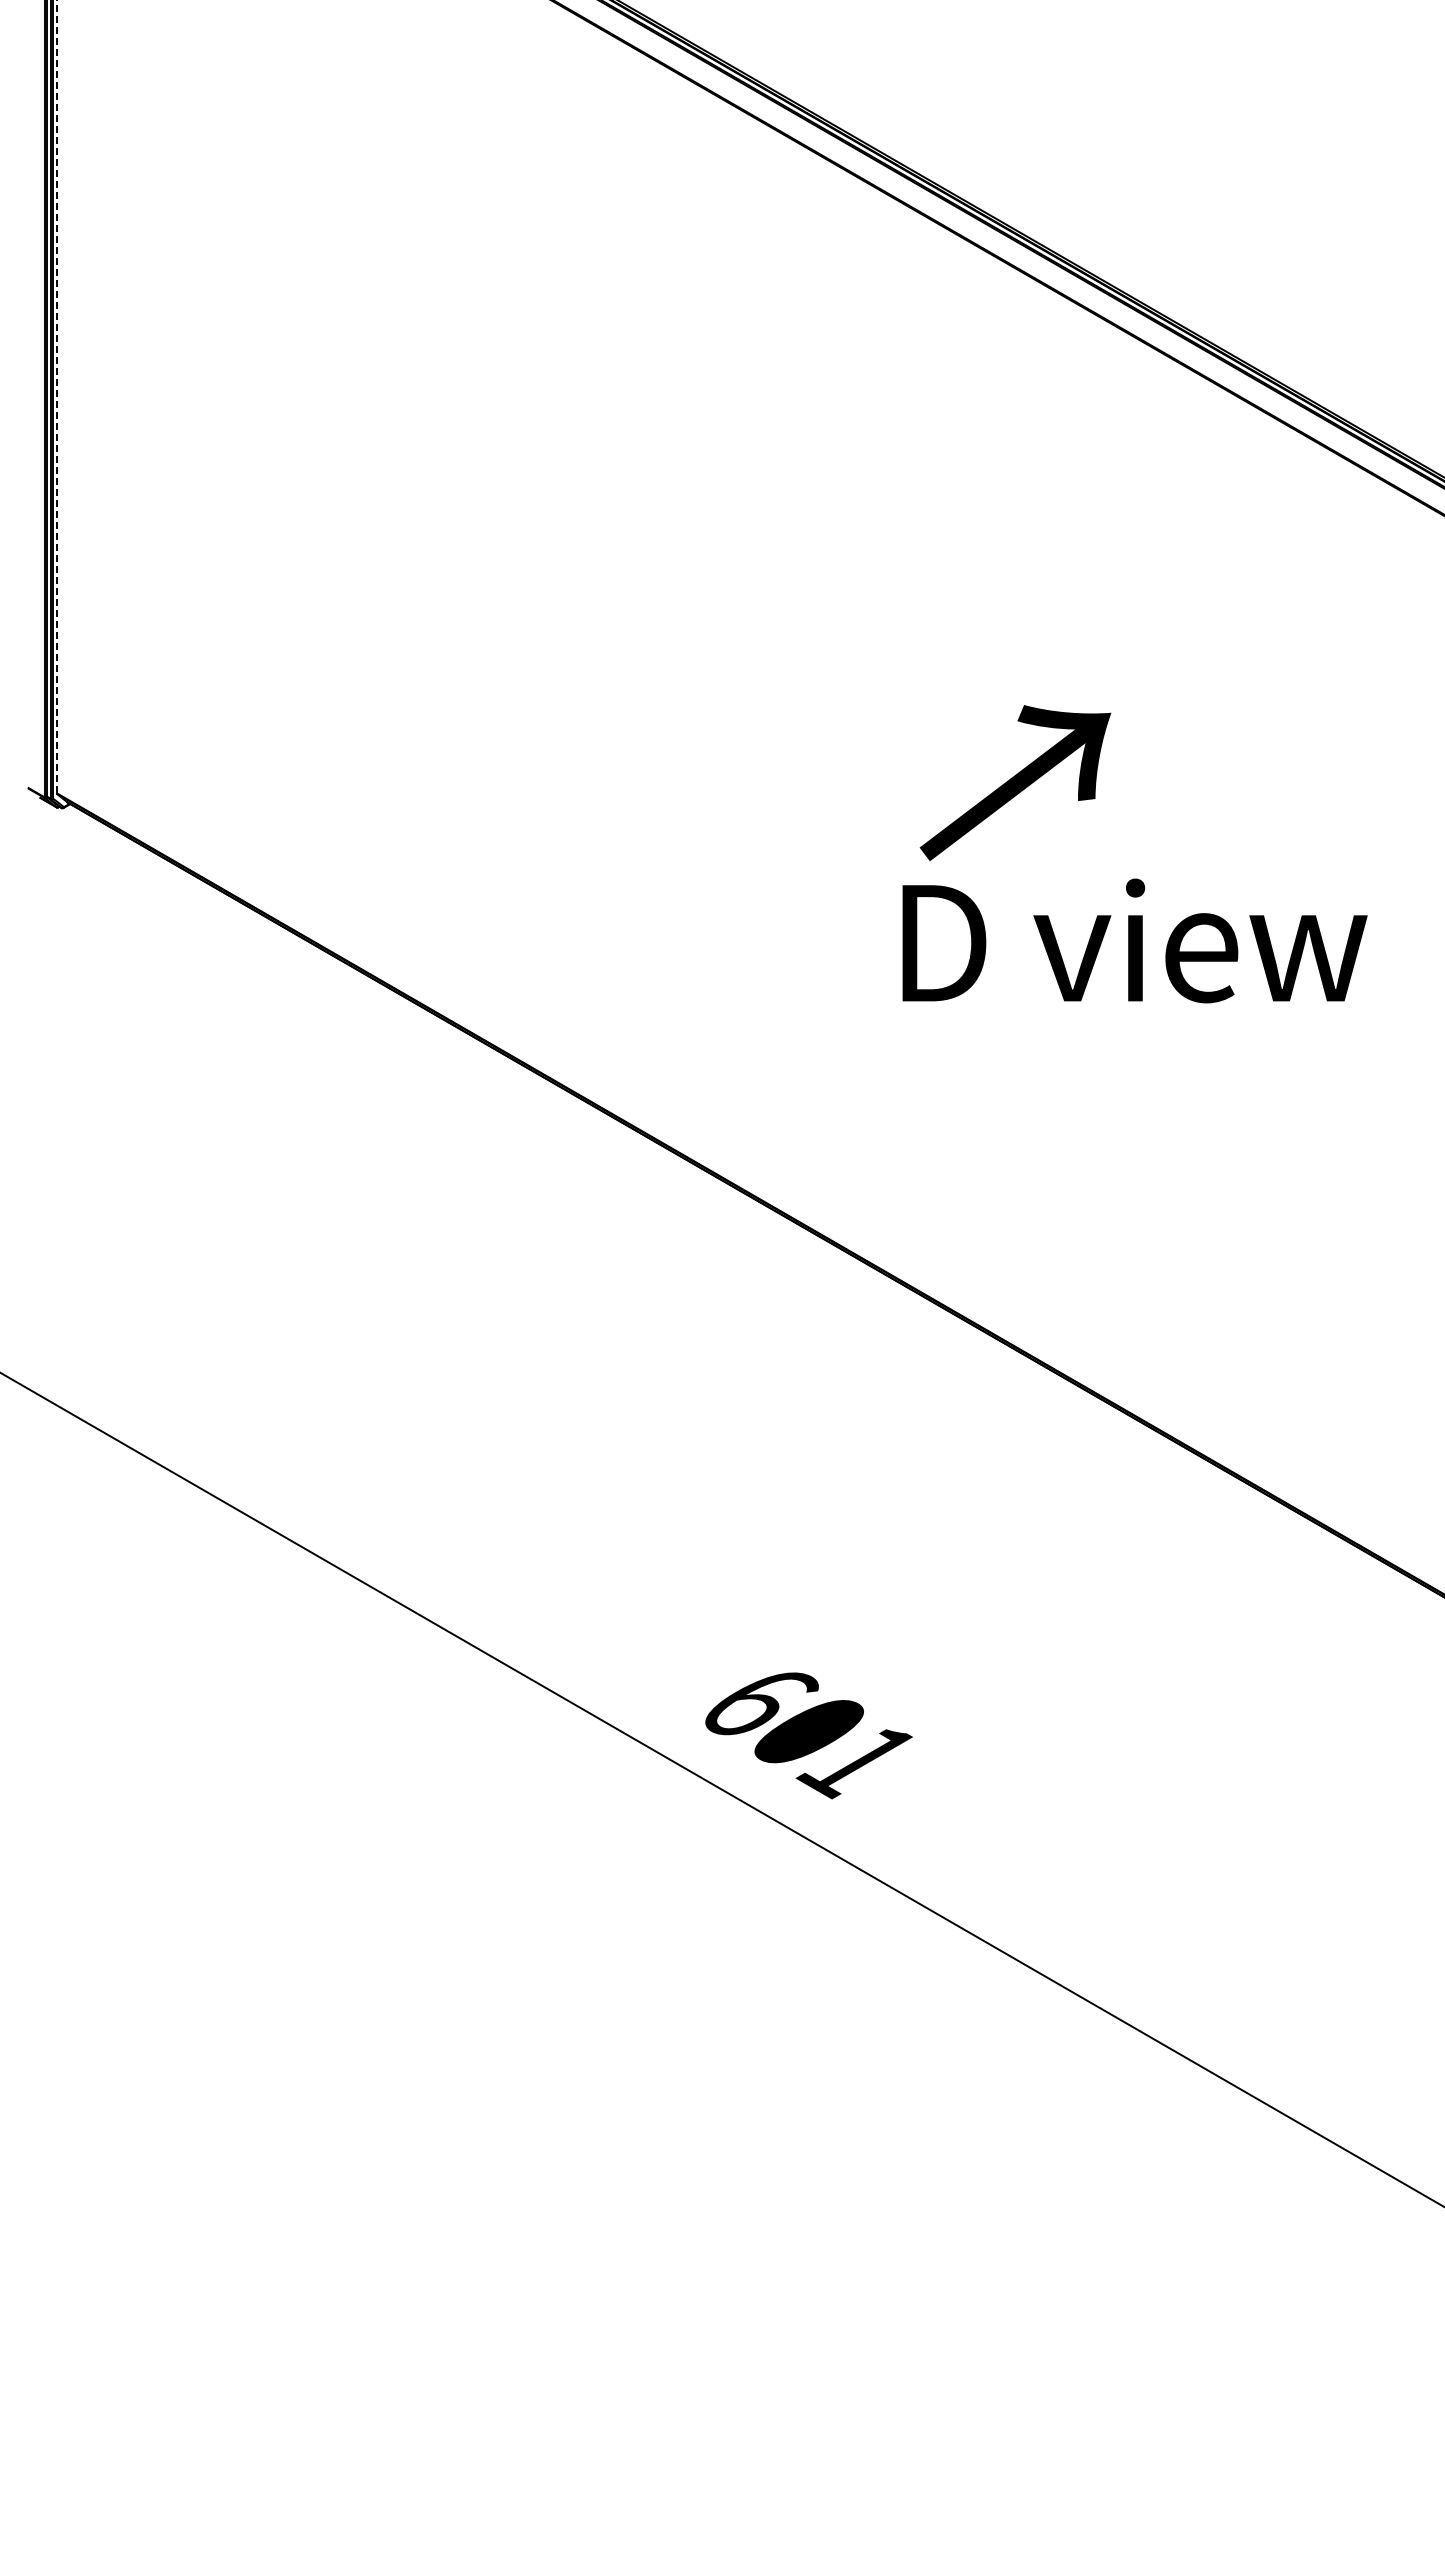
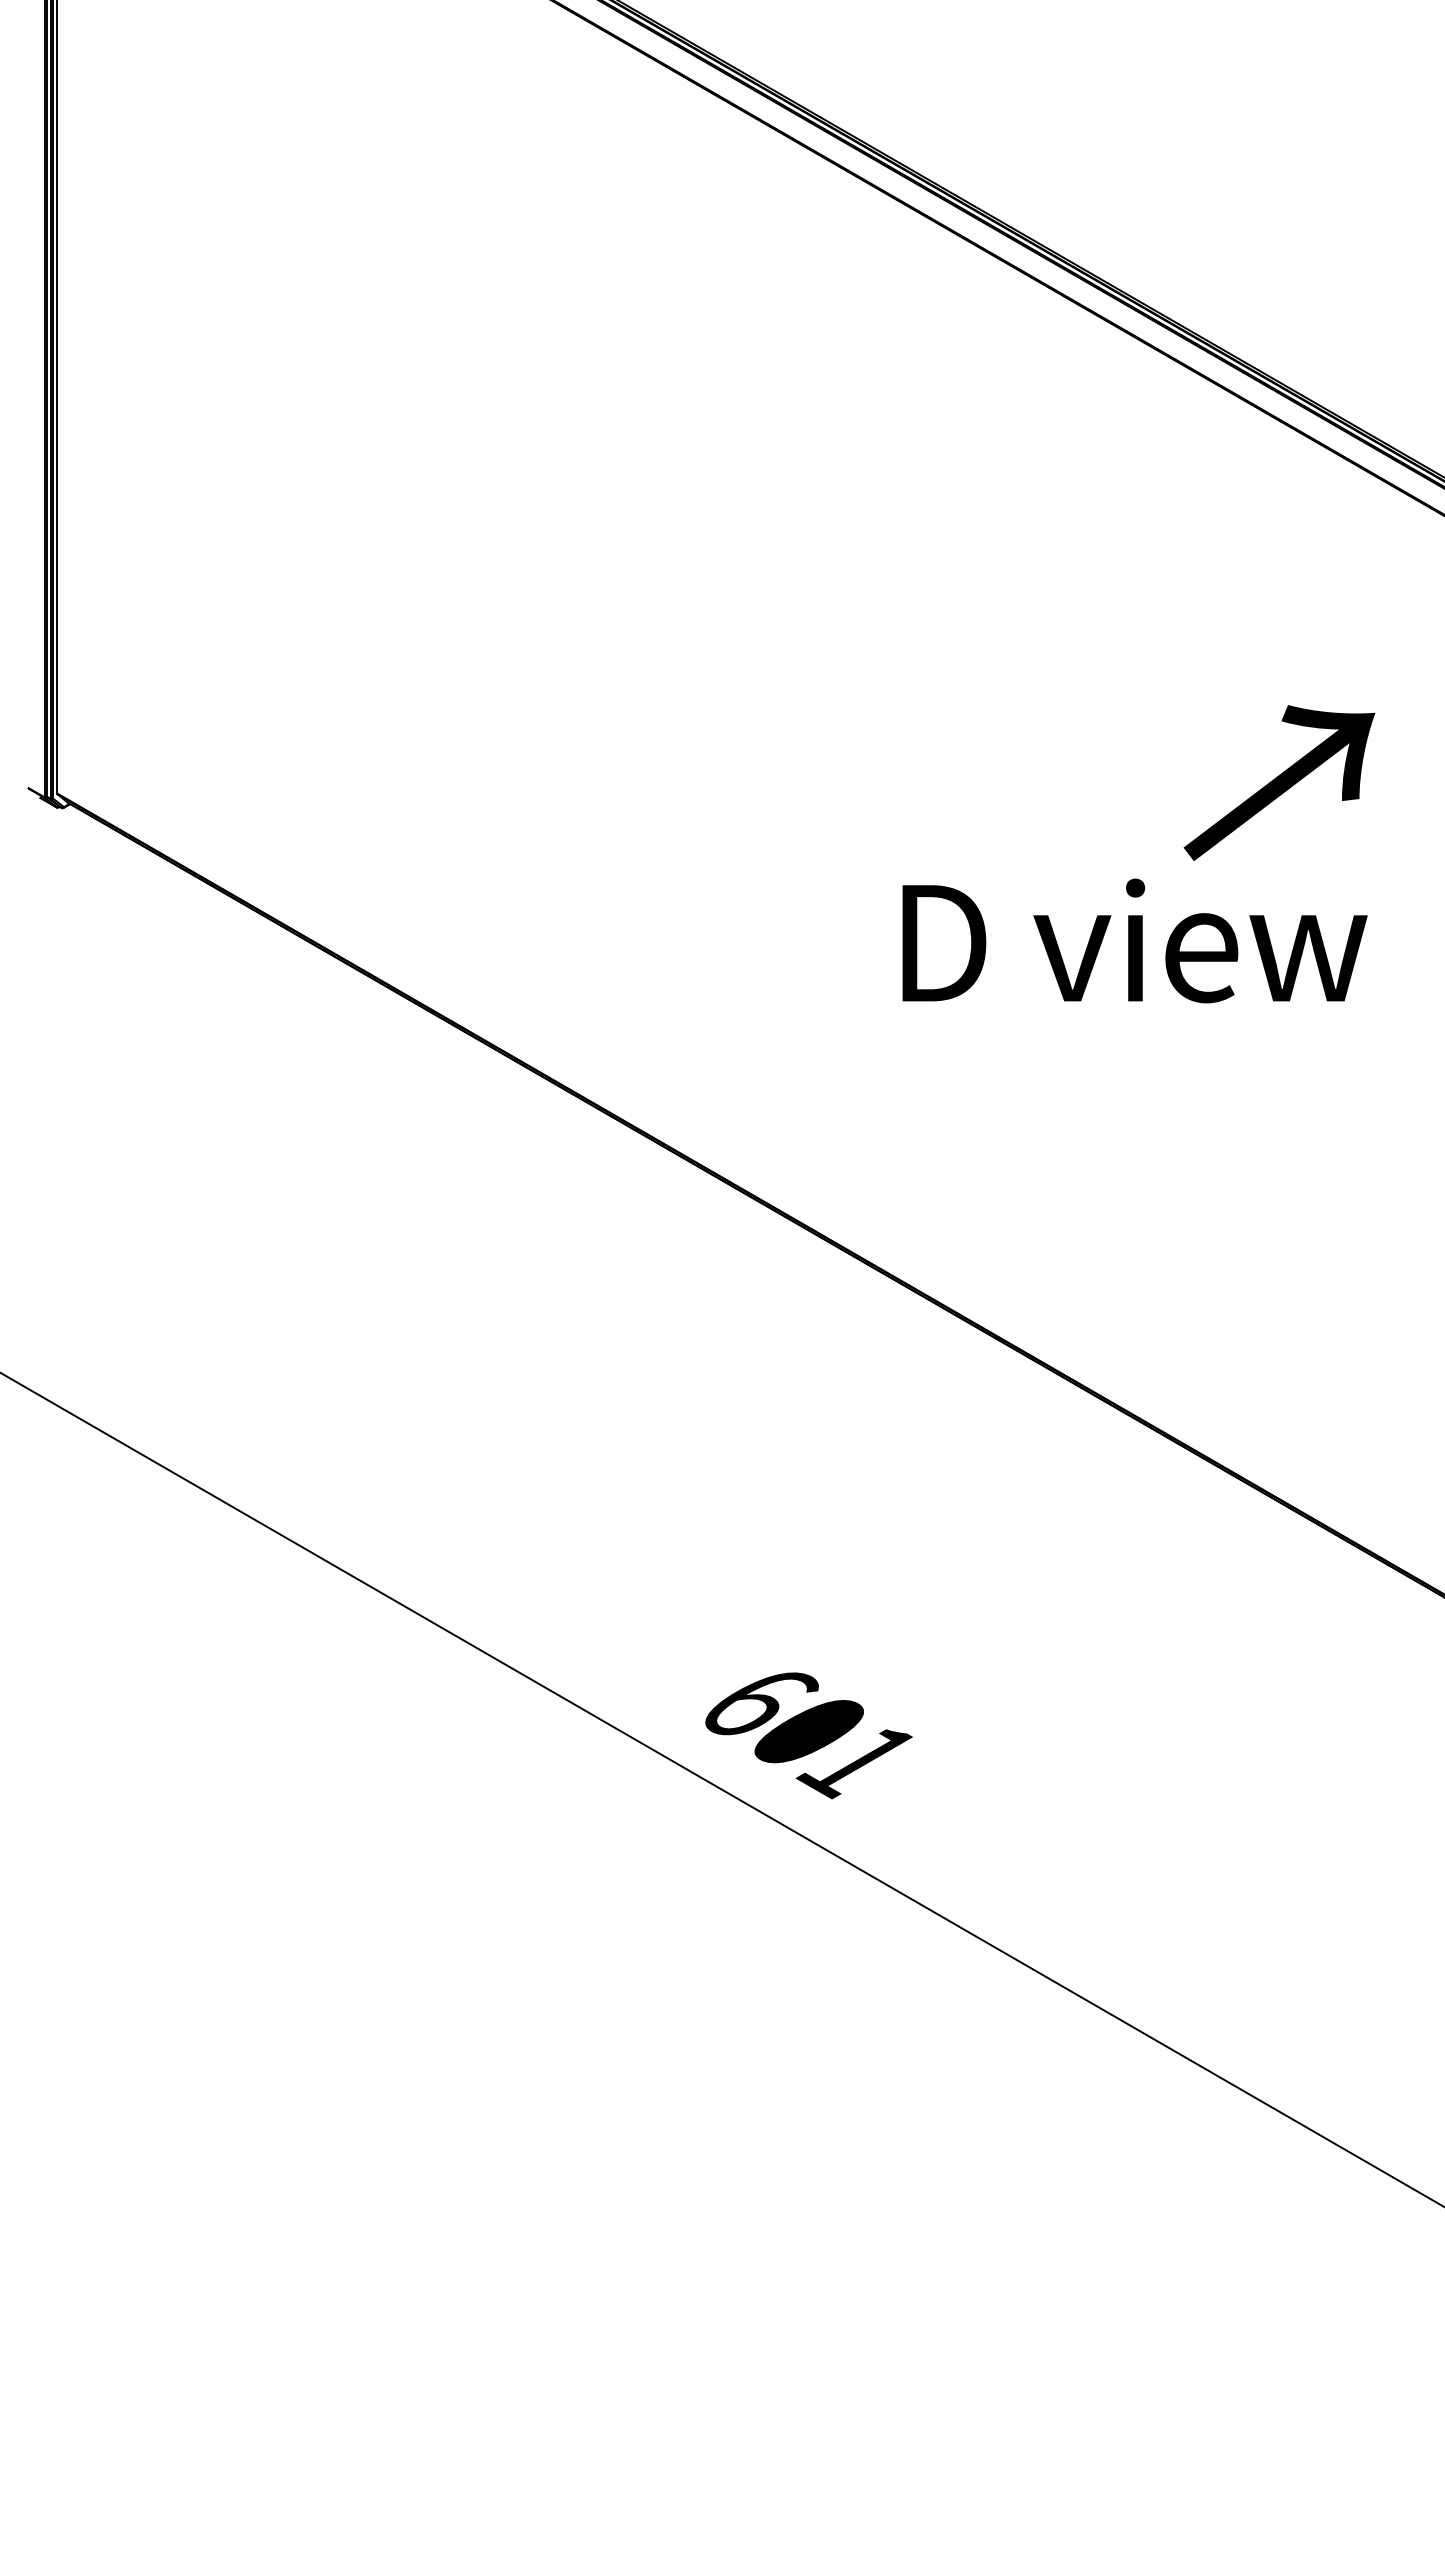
line at (57, 396): dashed -> solid
text at (1015, 782) position: (1015, 782) -> (1279, 782)
